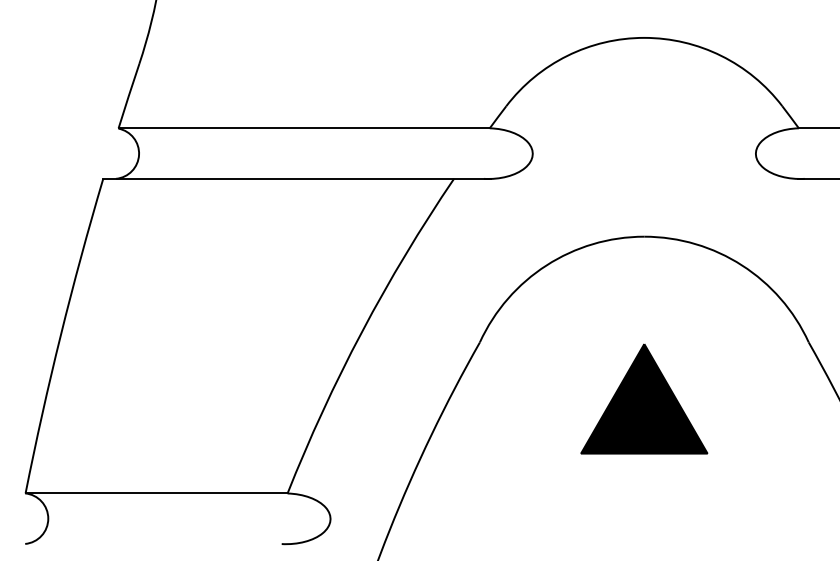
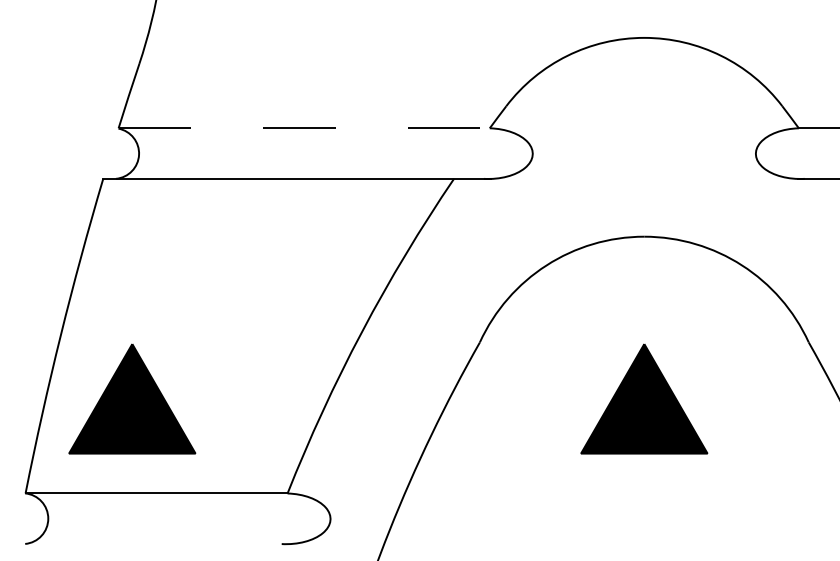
line at (304, 128): solid -> dashed
part at (132, 398): none -> present
